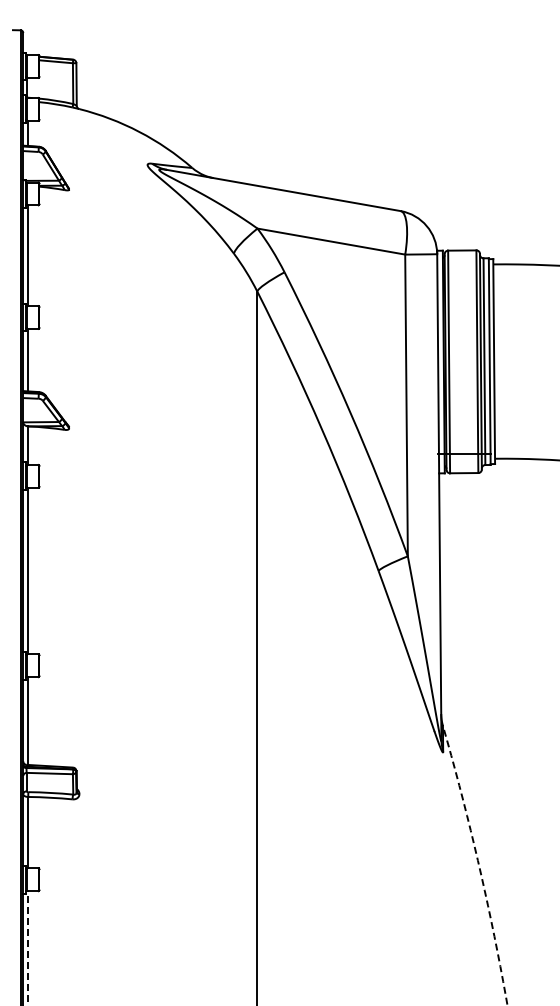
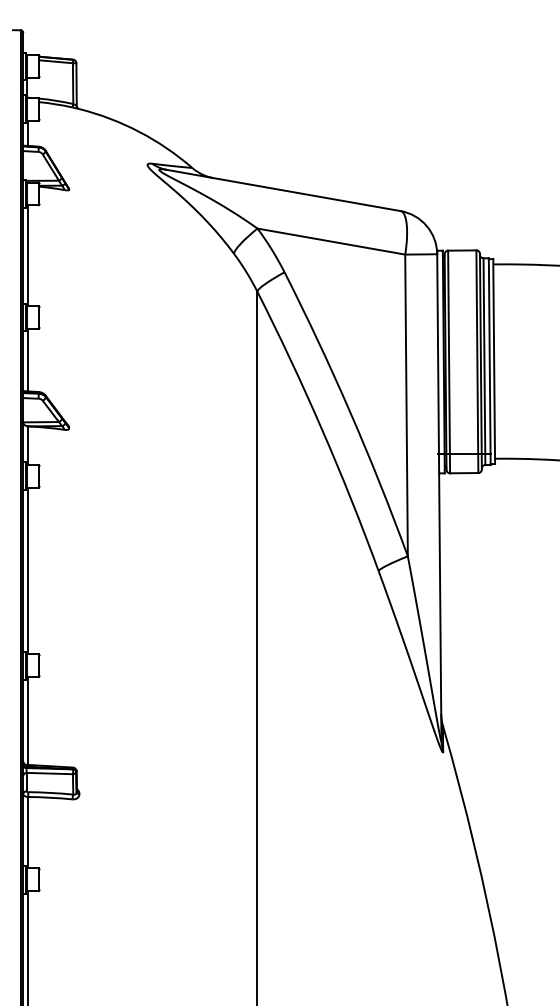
arc at (478, 865): dashed -> solid
line at (28, 948): dashed -> solid
